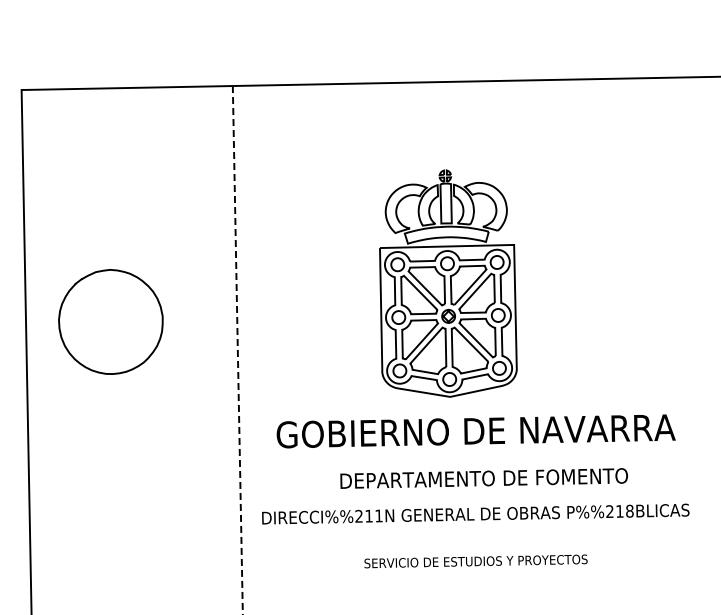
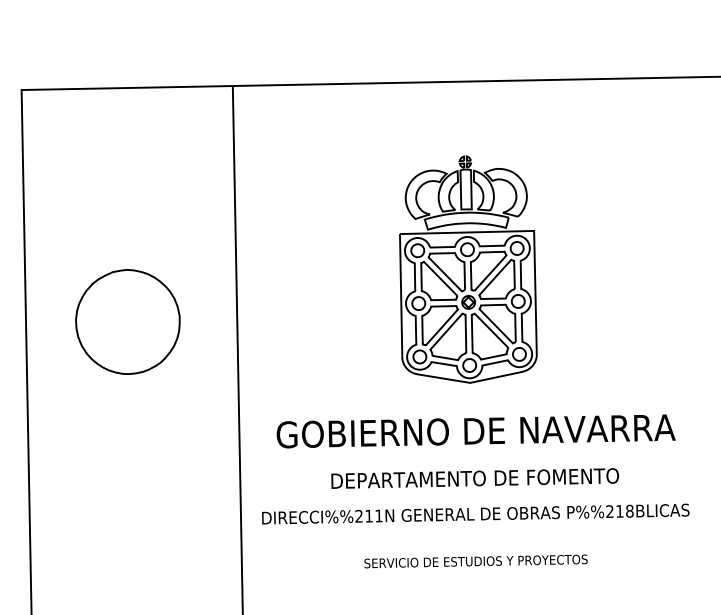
part at (448, 283) position: (448, 283) -> (468, 269)
part at (110, 321) position: (110, 321) -> (127, 321)
line at (237, 350): dashed -> solid
text at (483, 478) position: (483, 478) -> (474, 478)
